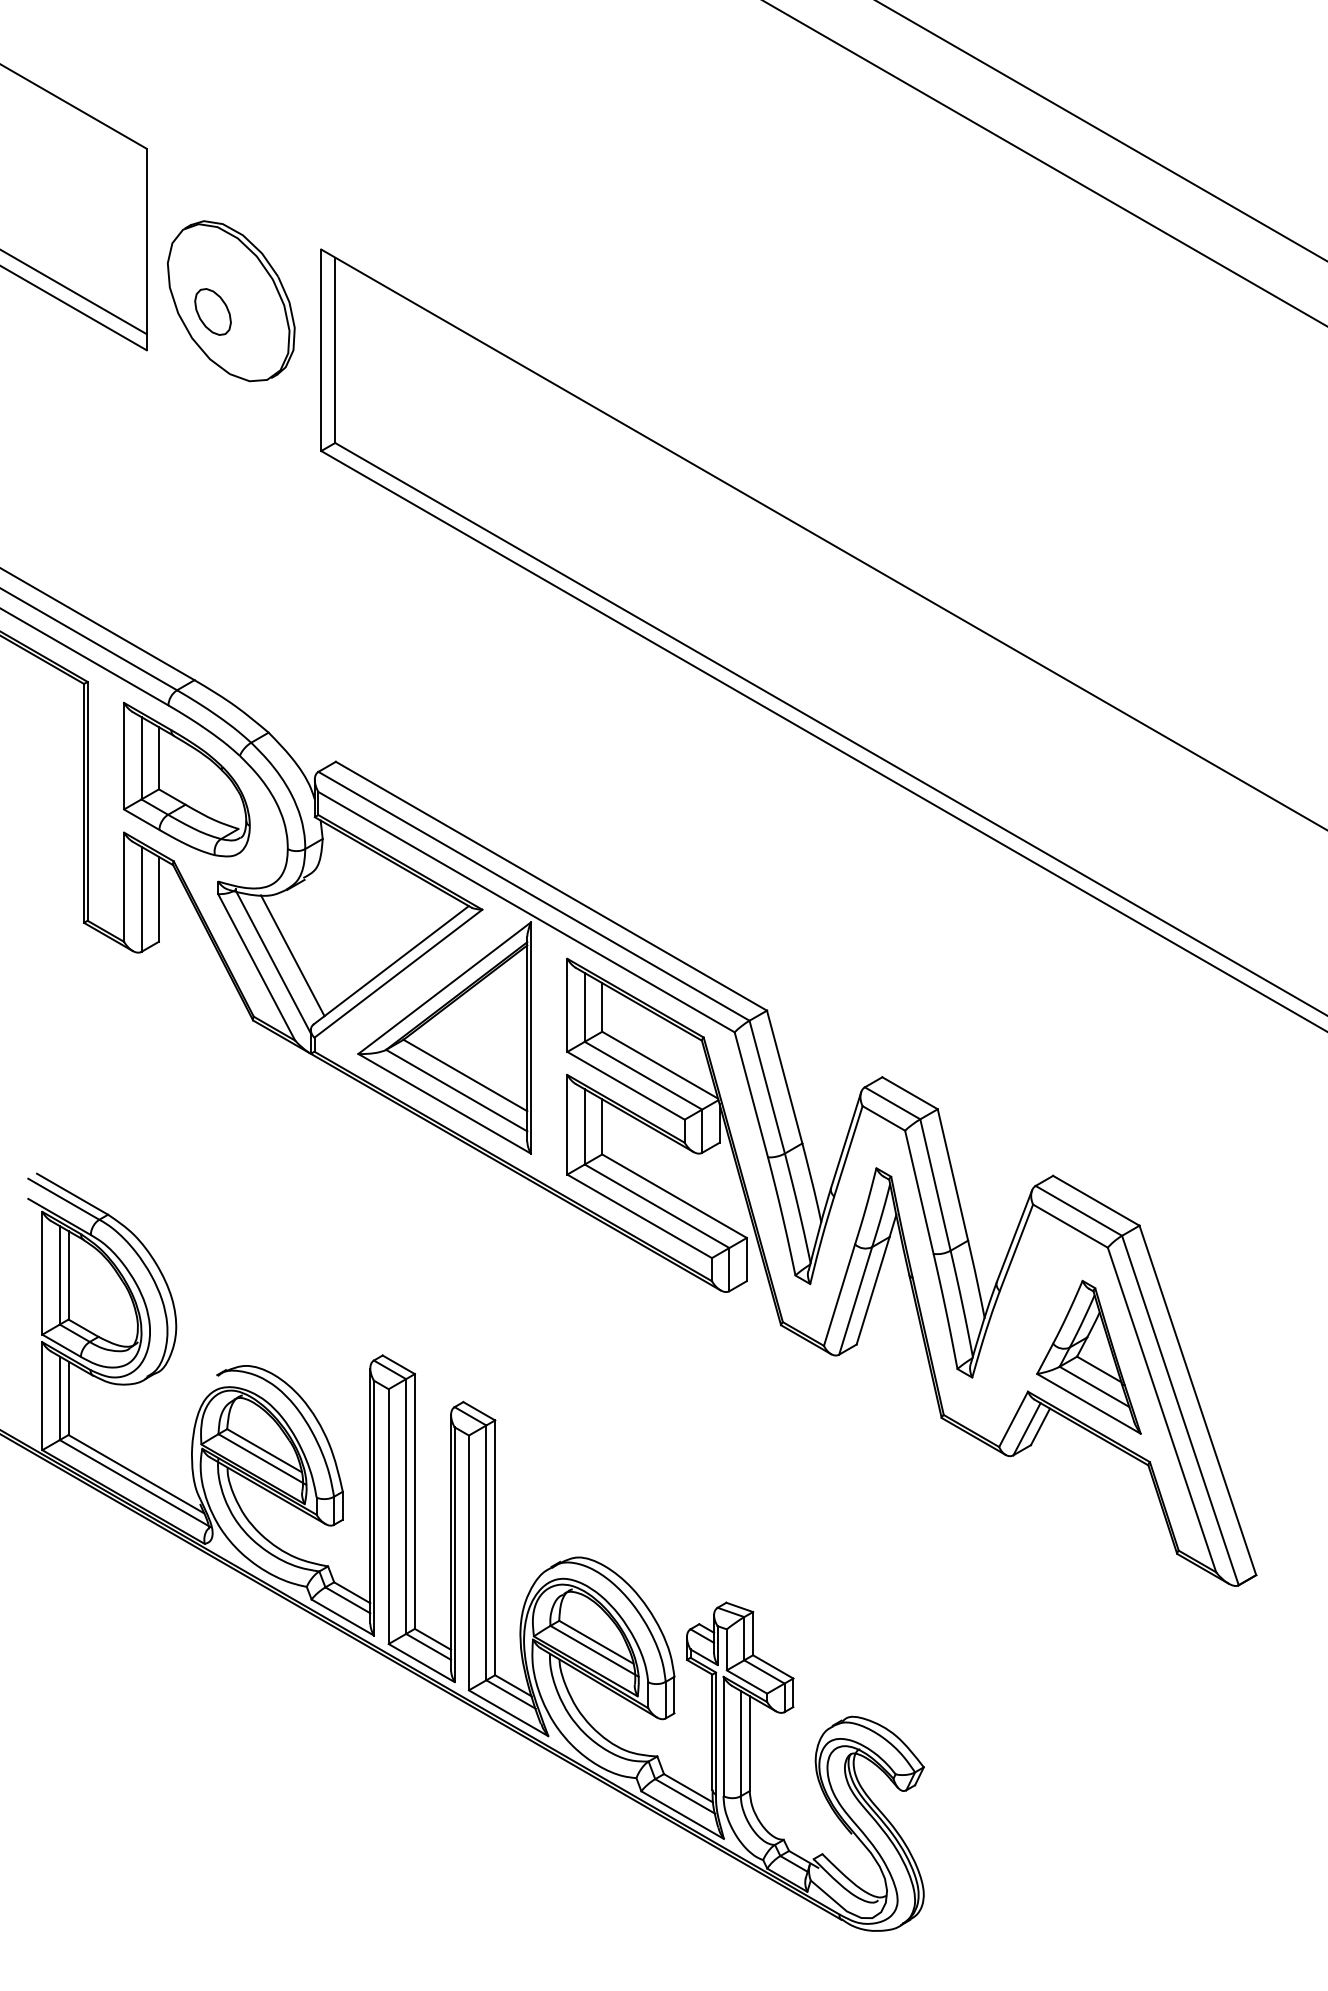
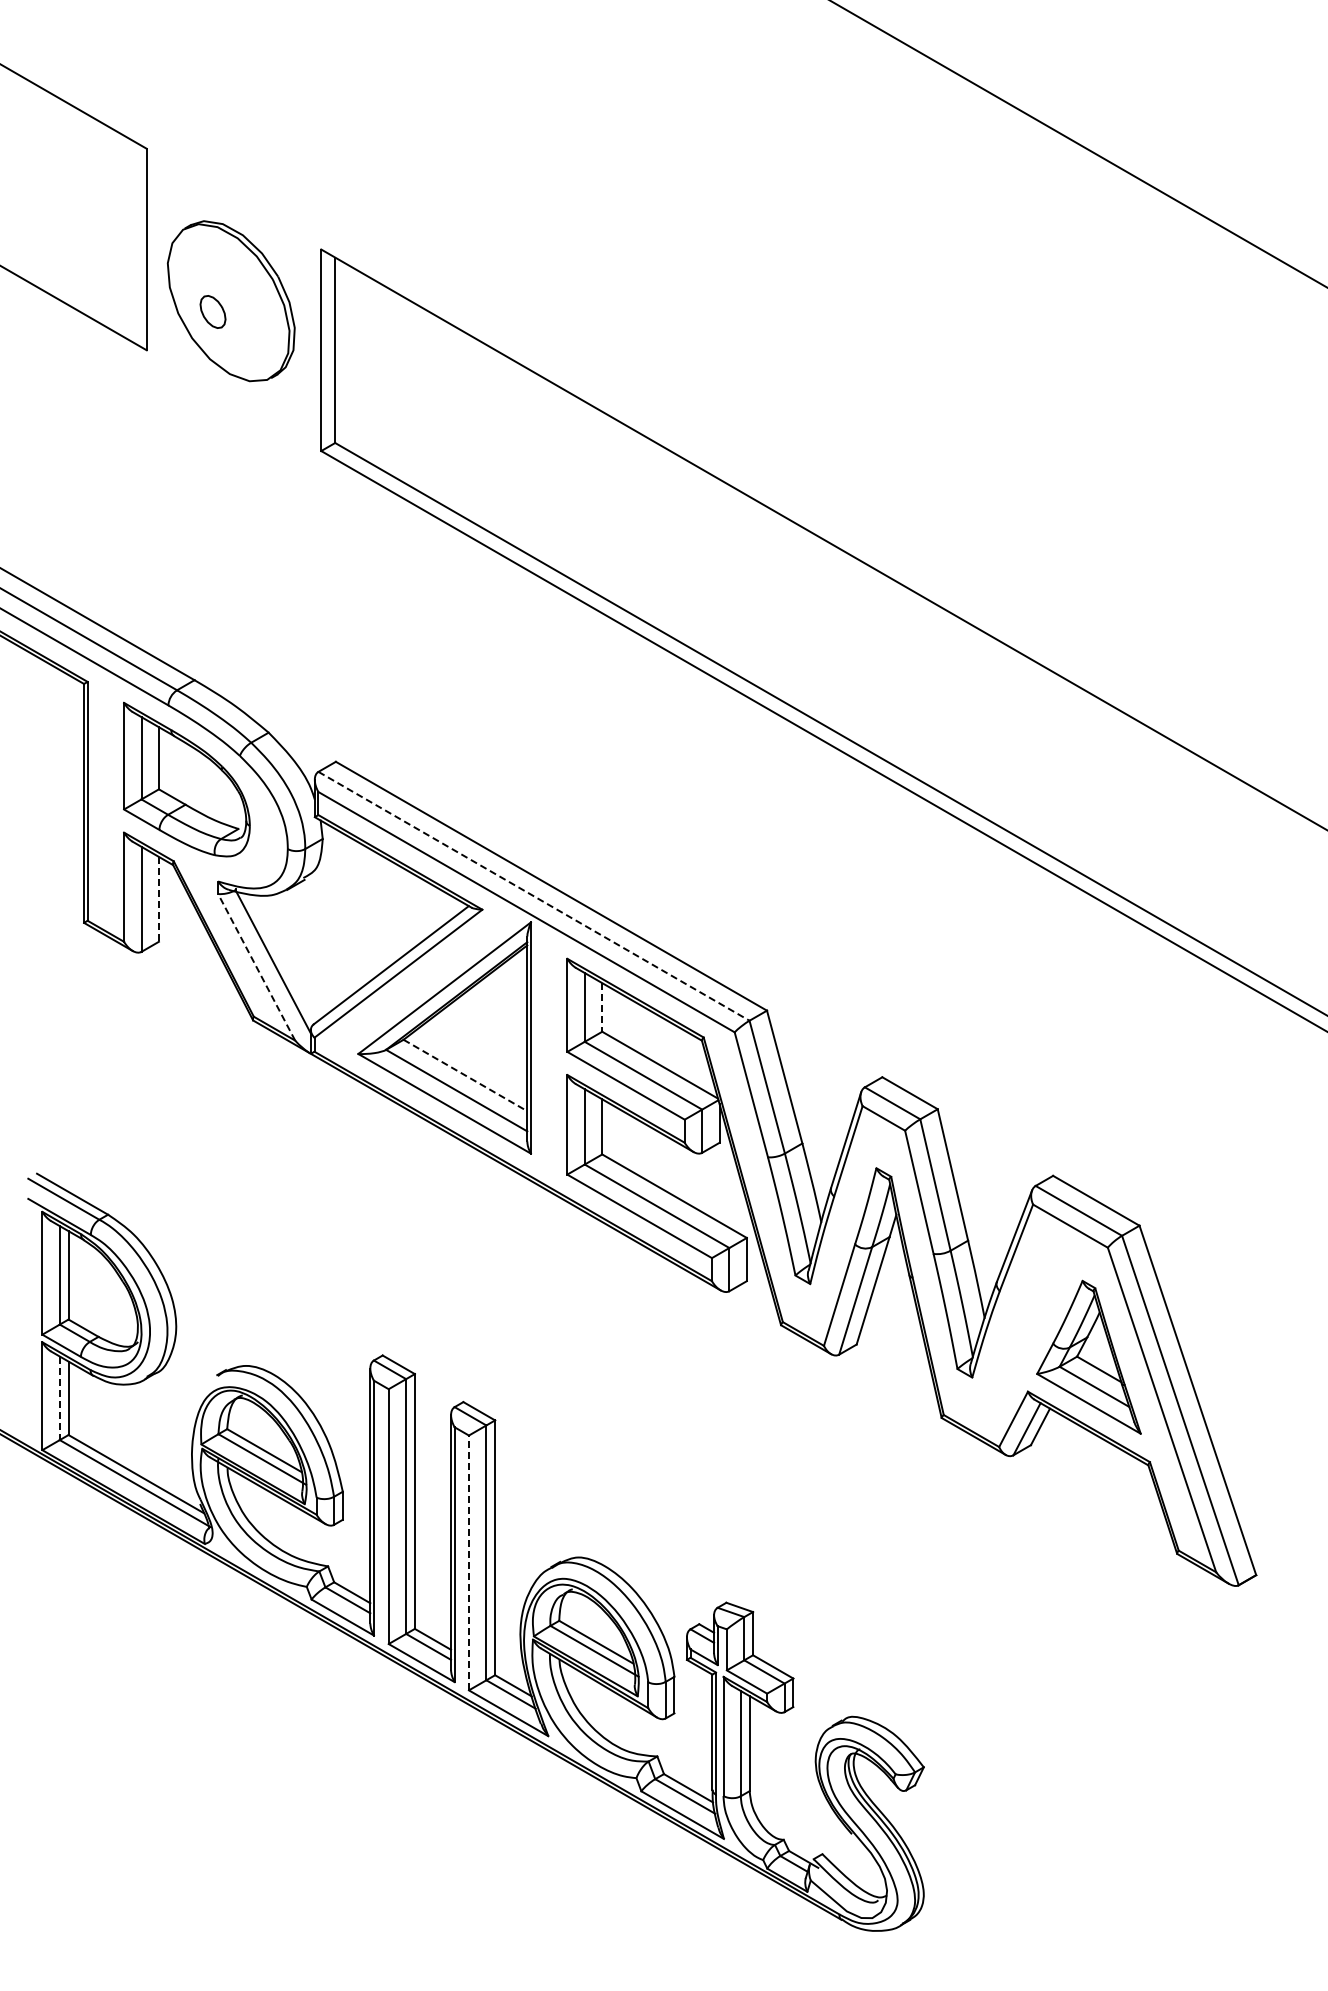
line at (1101, 130): present -> none
line at (1044, 163) position: (1044, 163) -> (1078, 144)
line at (74, 292): present -> none
part at (212, 311) size: 38x48 px -> 28x34 px
line at (534, 896): solid -> dashed
line at (158, 899): solid -> dashed
line at (292, 955): present -> none
line at (256, 967): solid -> dashed
line at (602, 1007): solid -> dashed
line at (465, 1075): solid -> dashed
line at (59, 1398): solid -> dashed
line at (468, 1562): solid -> dashed
